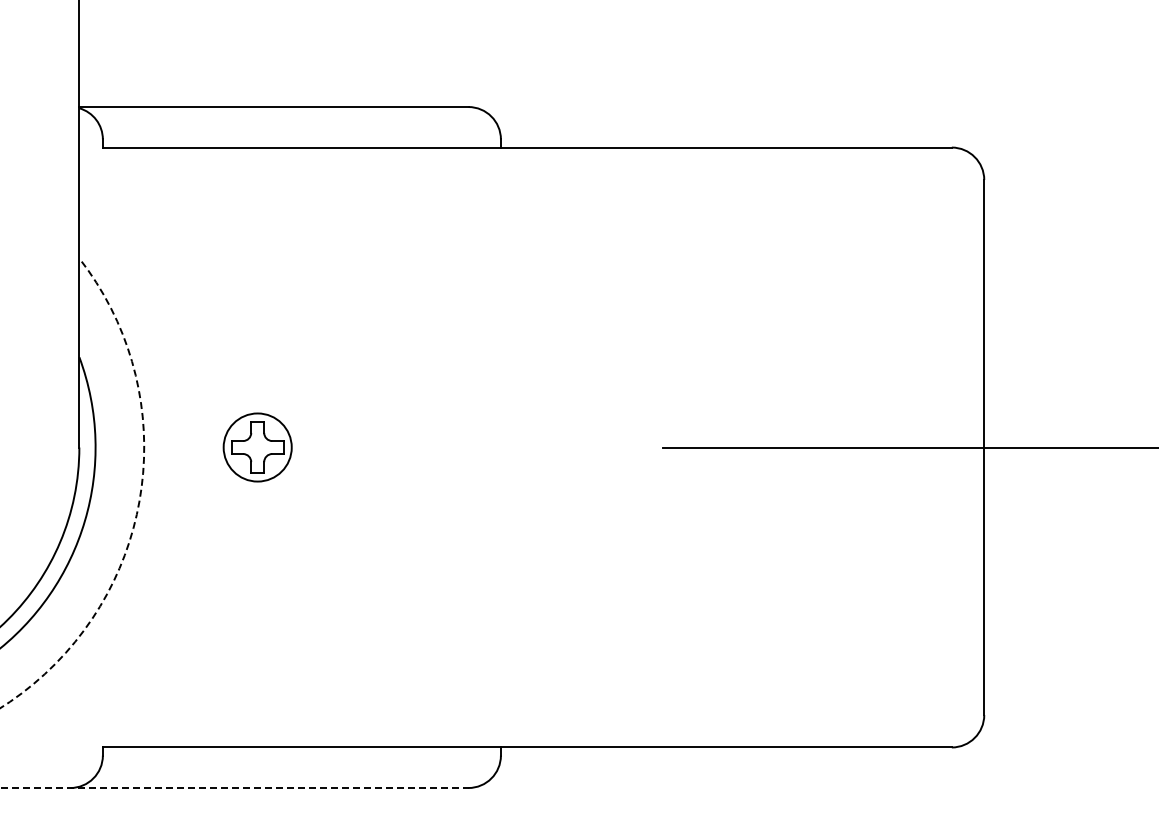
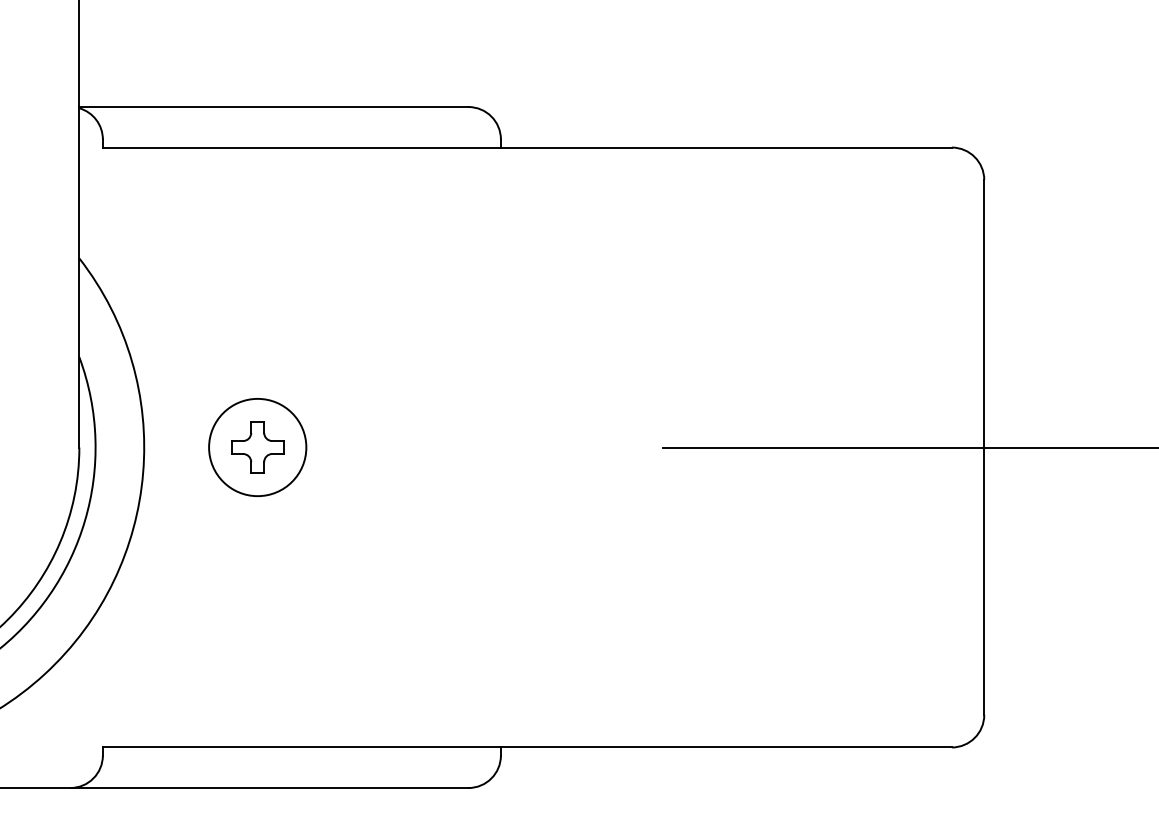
circle at (257, 447) diameter: 68 px -> 97 px
arc at (139, 499): dashed -> solid
line at (234, 788): dashed -> solid
